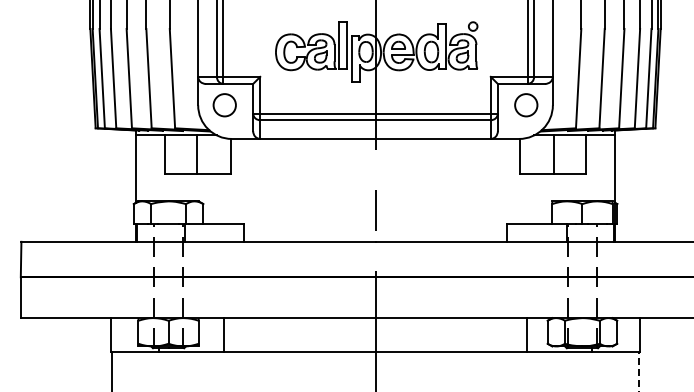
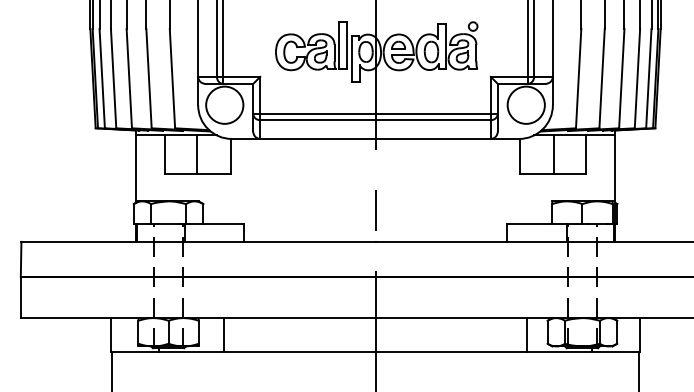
circle at (224, 105) diameter: 22 px -> 37 px
circle at (526, 105) diameter: 22 px -> 37 px
line at (639, 371): dashed -> solid
